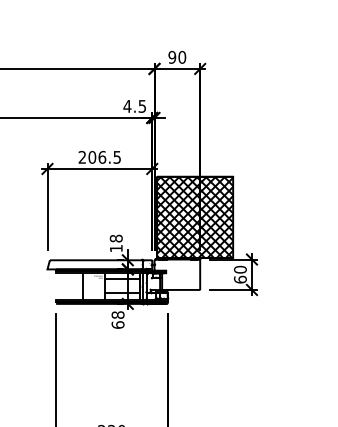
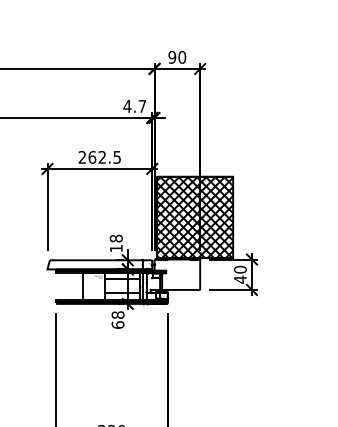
text at (141, 106): 4.5 -> 4.7
text at (97, 156): 206.5 -> 262.5
text at (239, 279): 60 -> 40
